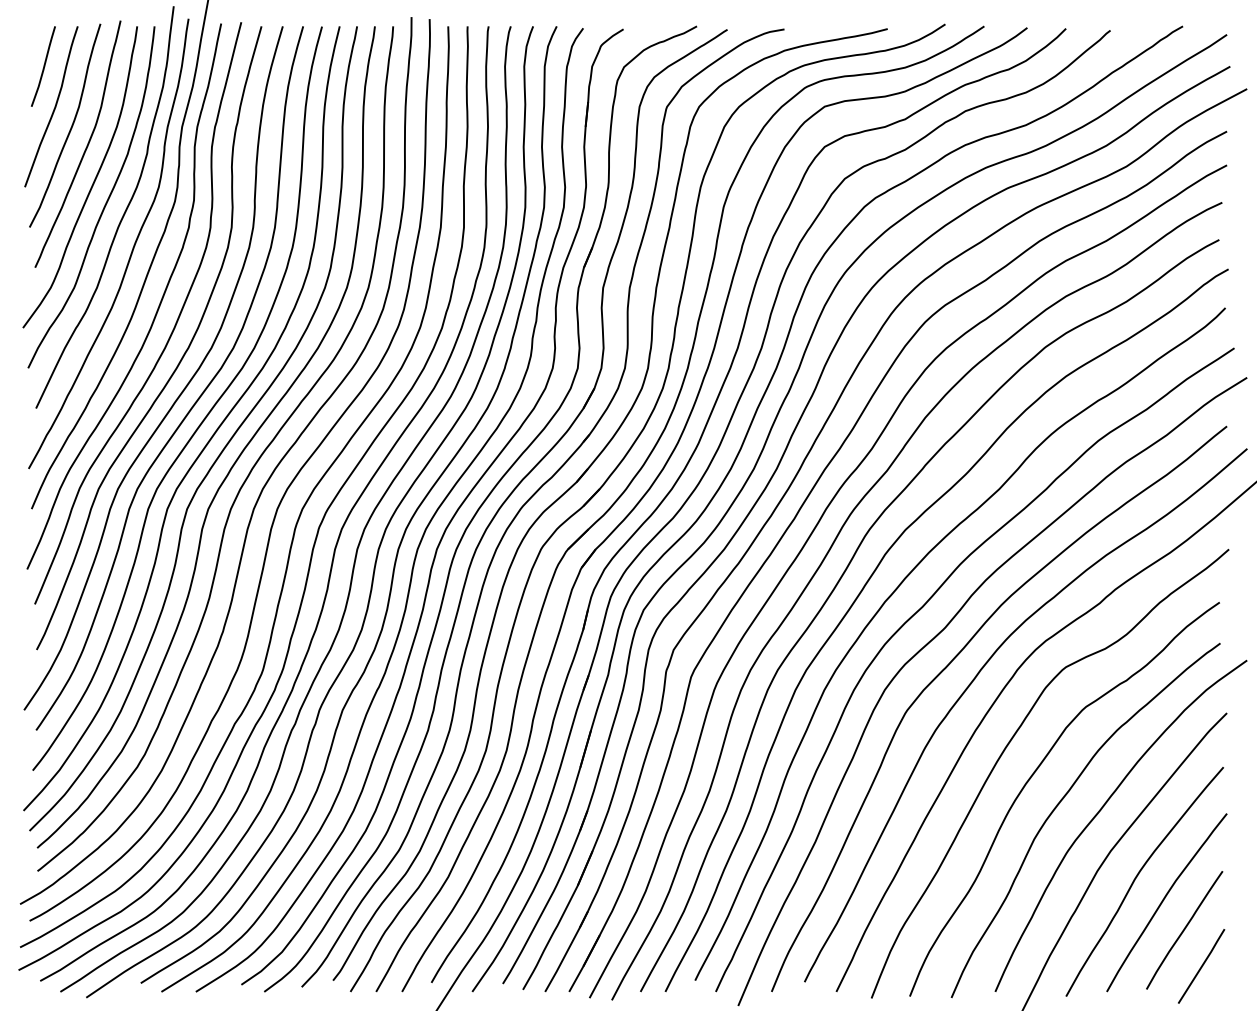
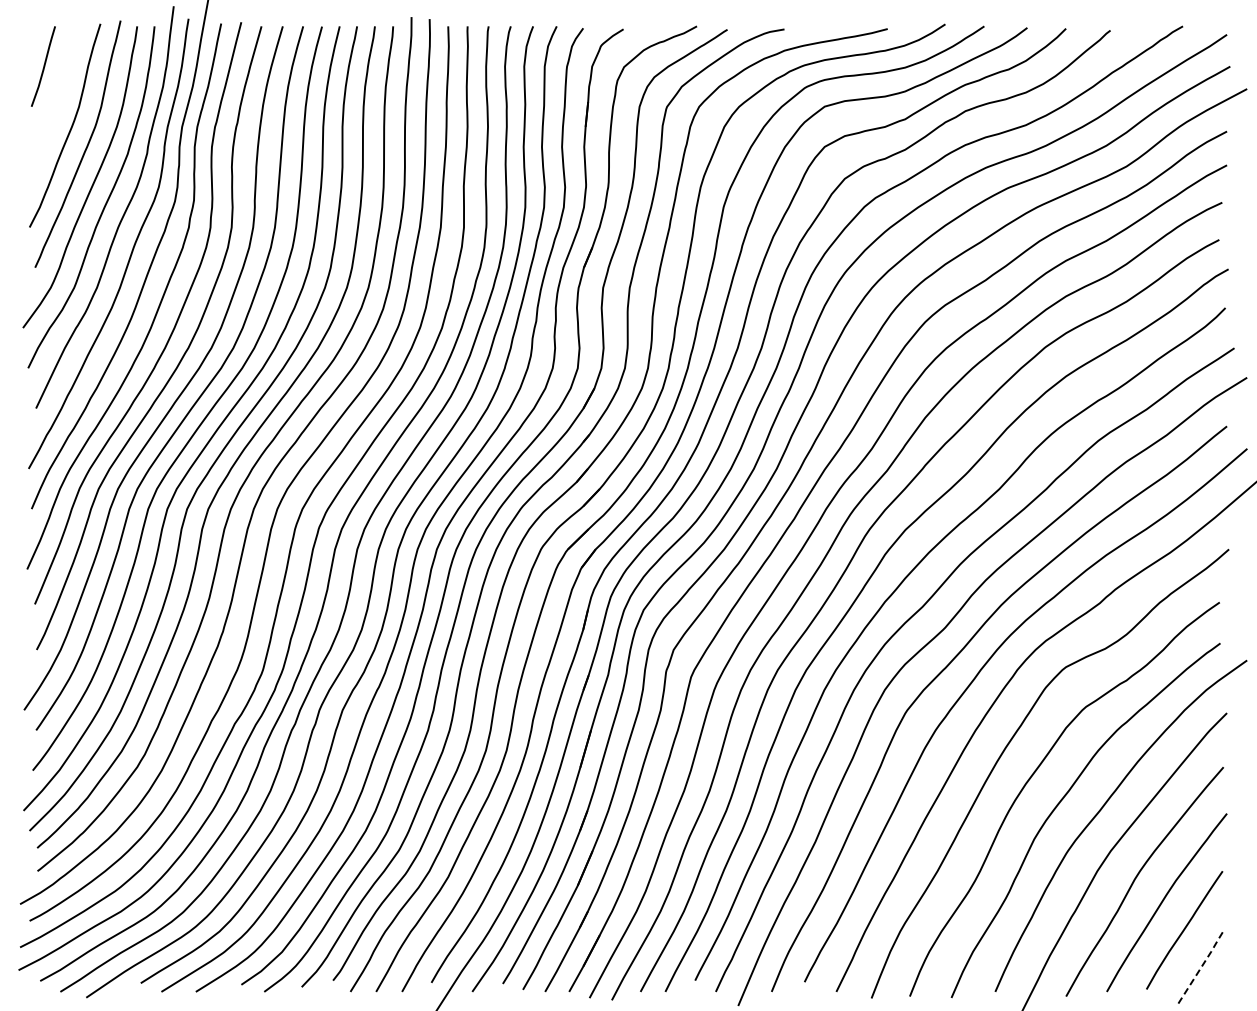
curve at (53, 108): present -> none
line at (1202, 965): solid -> dashed
